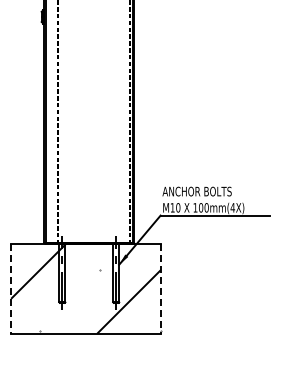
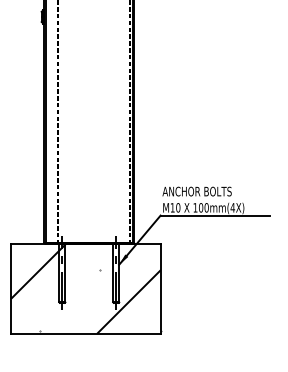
line at (11, 288): dashed -> solid
line at (160, 288): dashed -> solid
